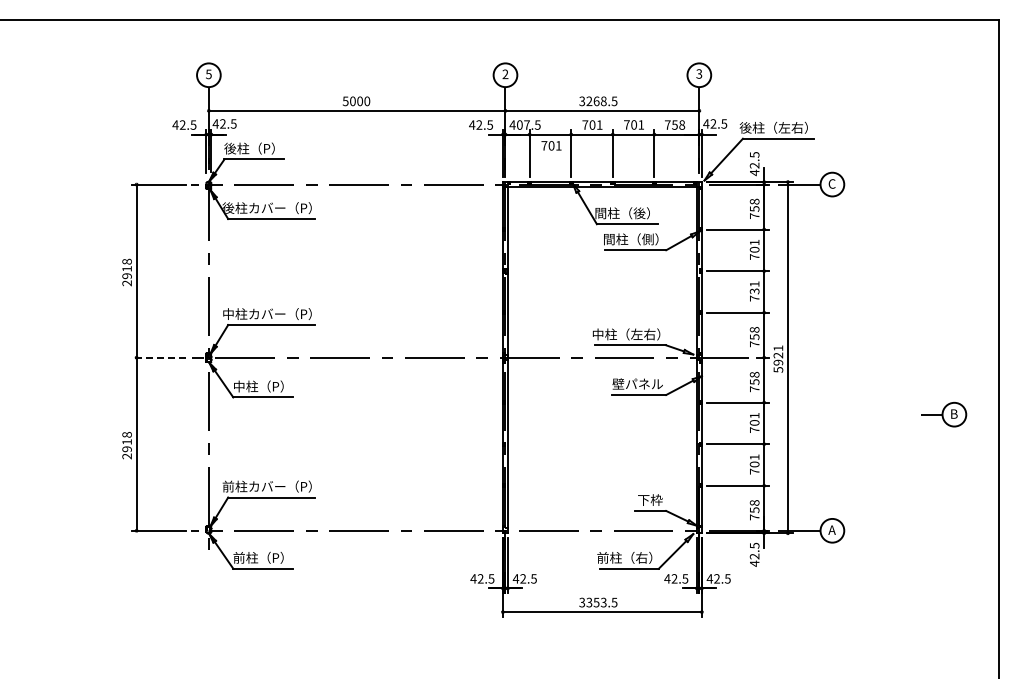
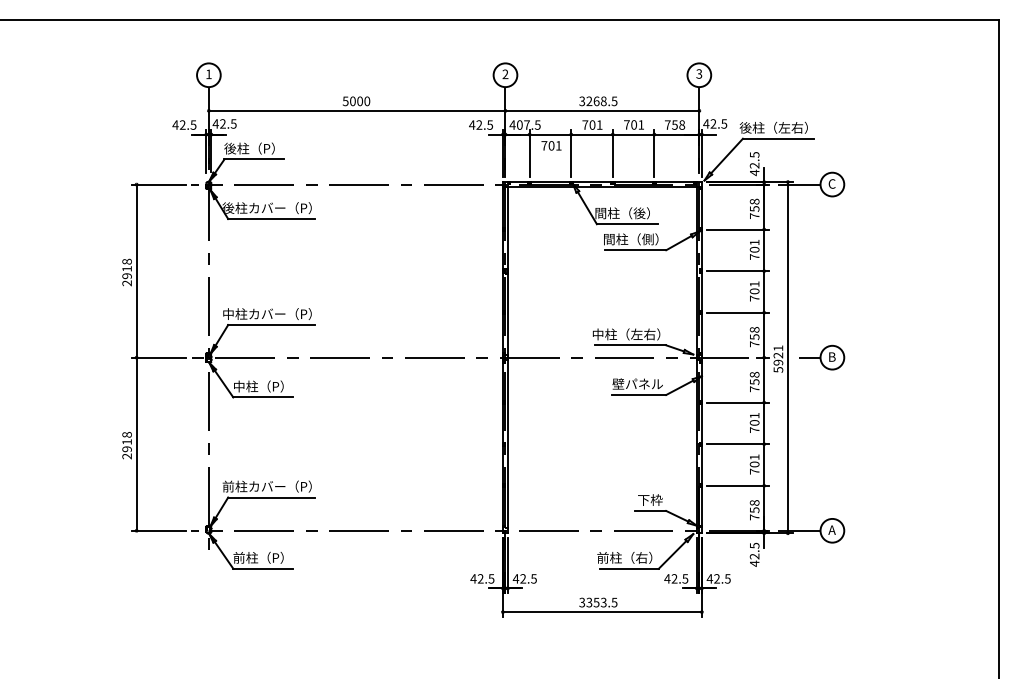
text at (208, 74): 5 -> 1
text at (754, 291): 731 -> 701
line at (158, 357): dashed -> solid
part at (944, 414) position: (944, 414) -> (822, 357)
